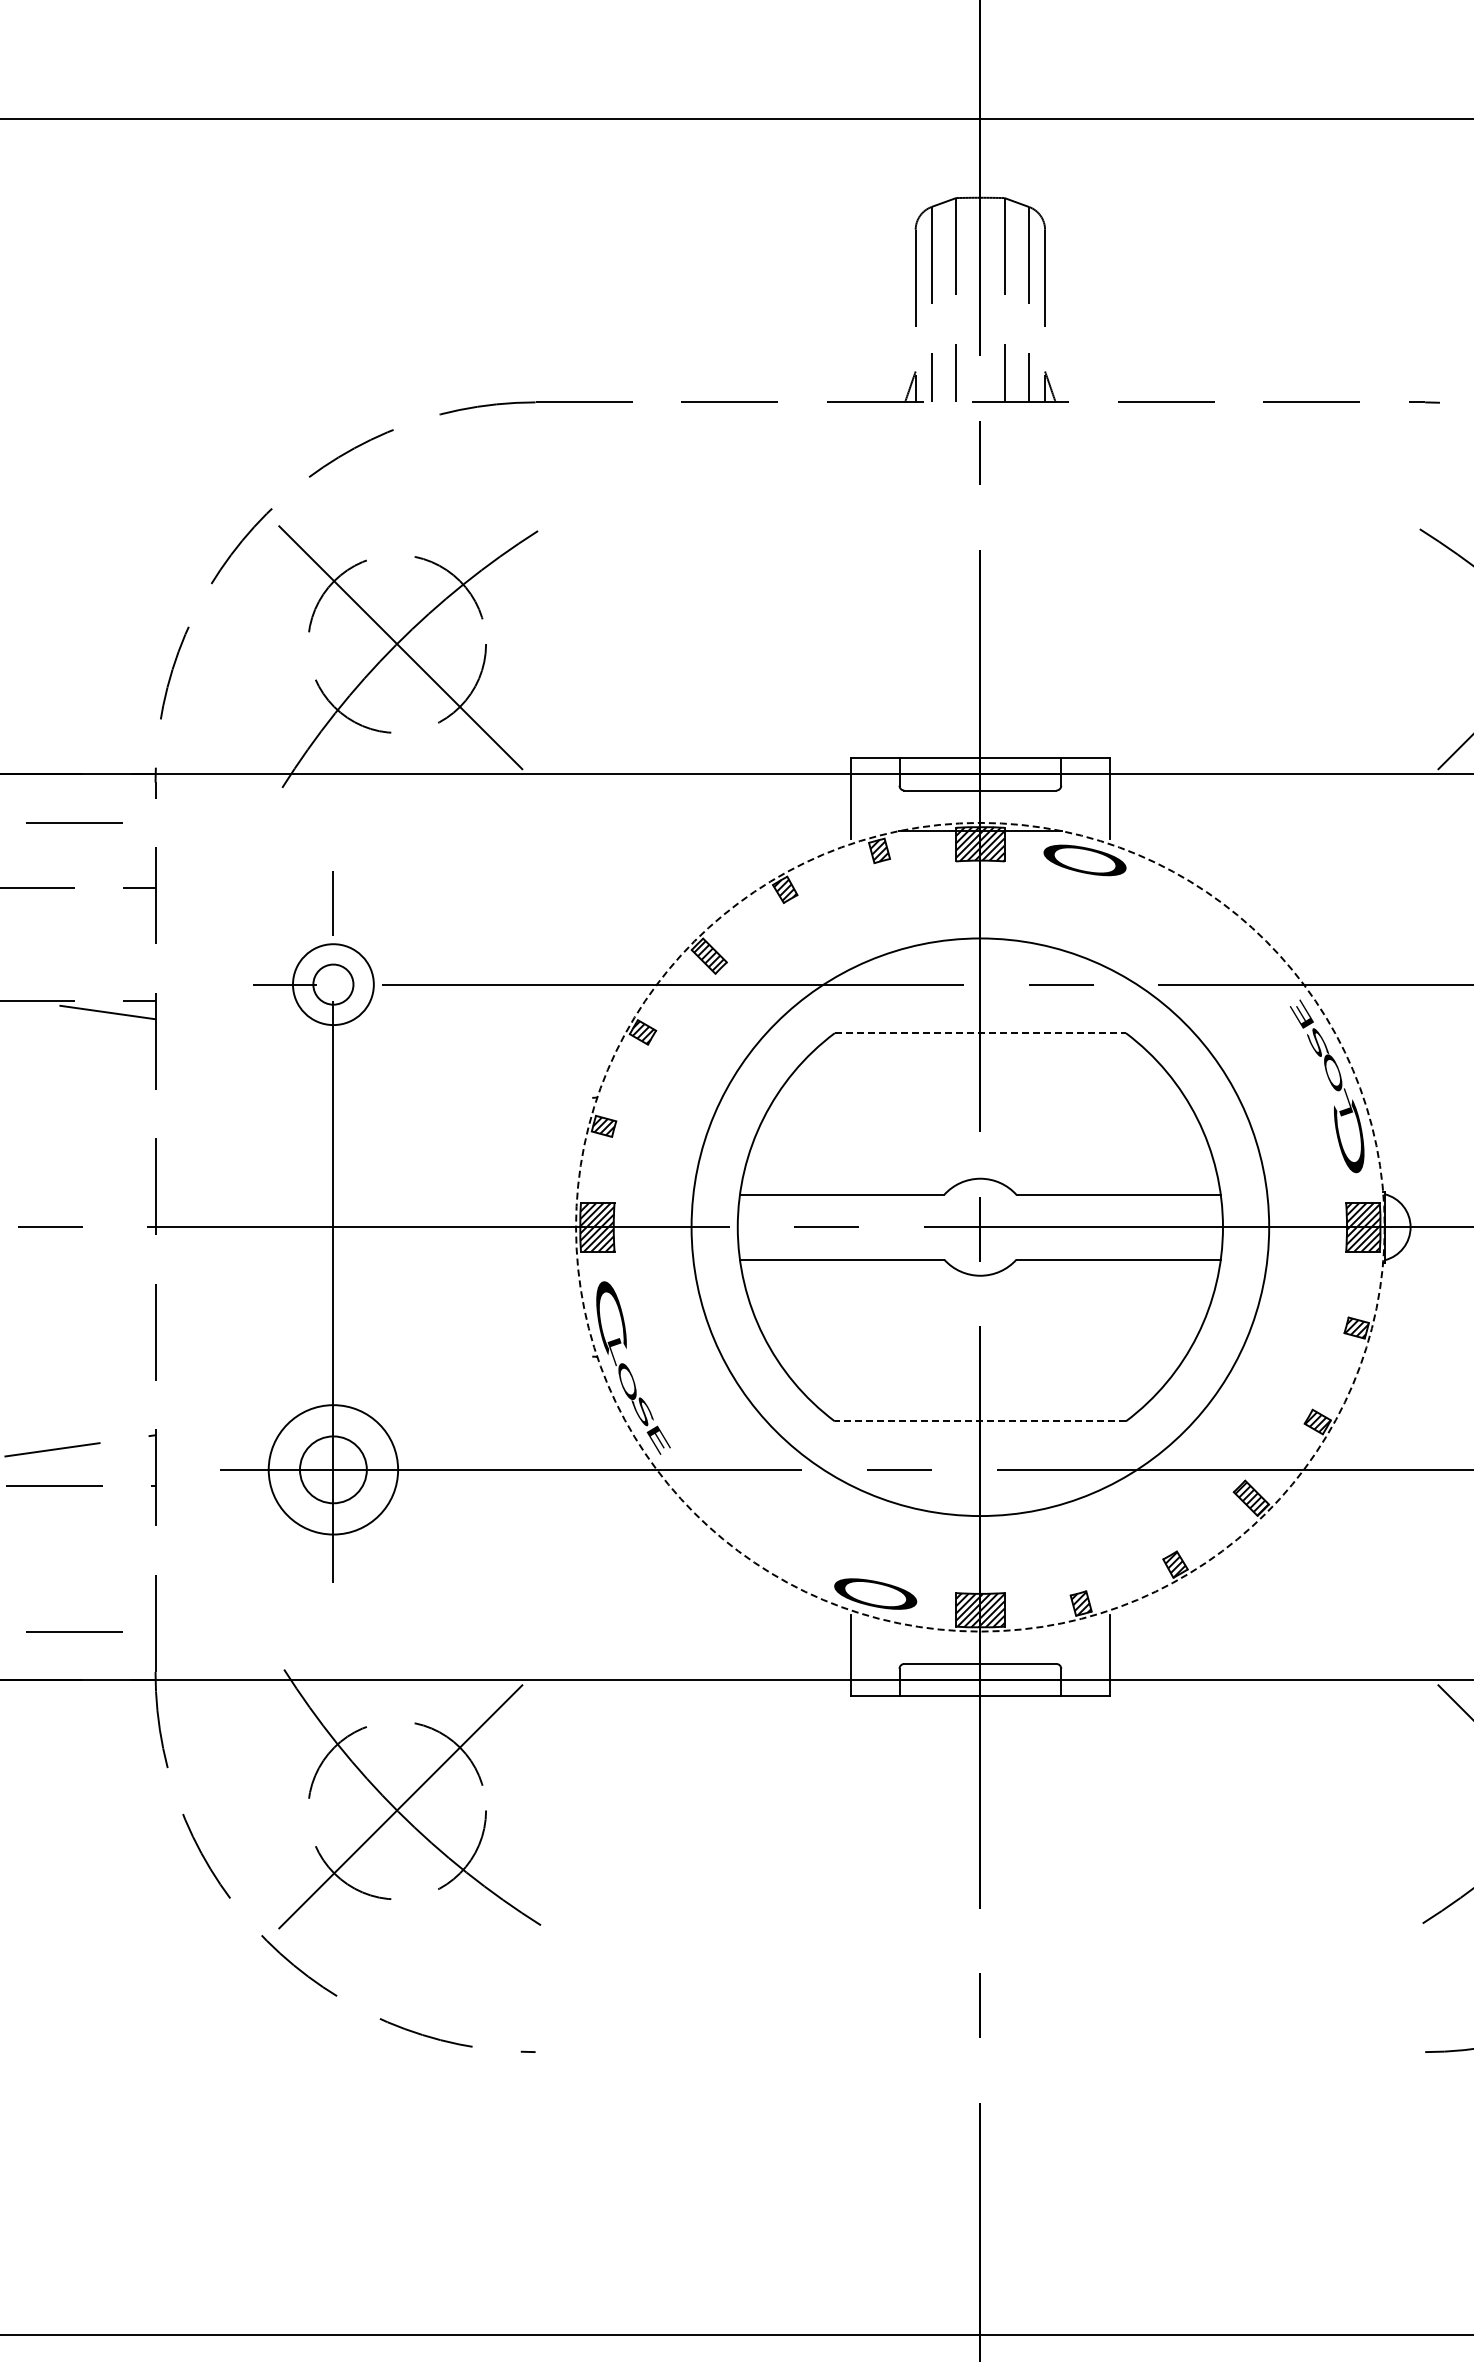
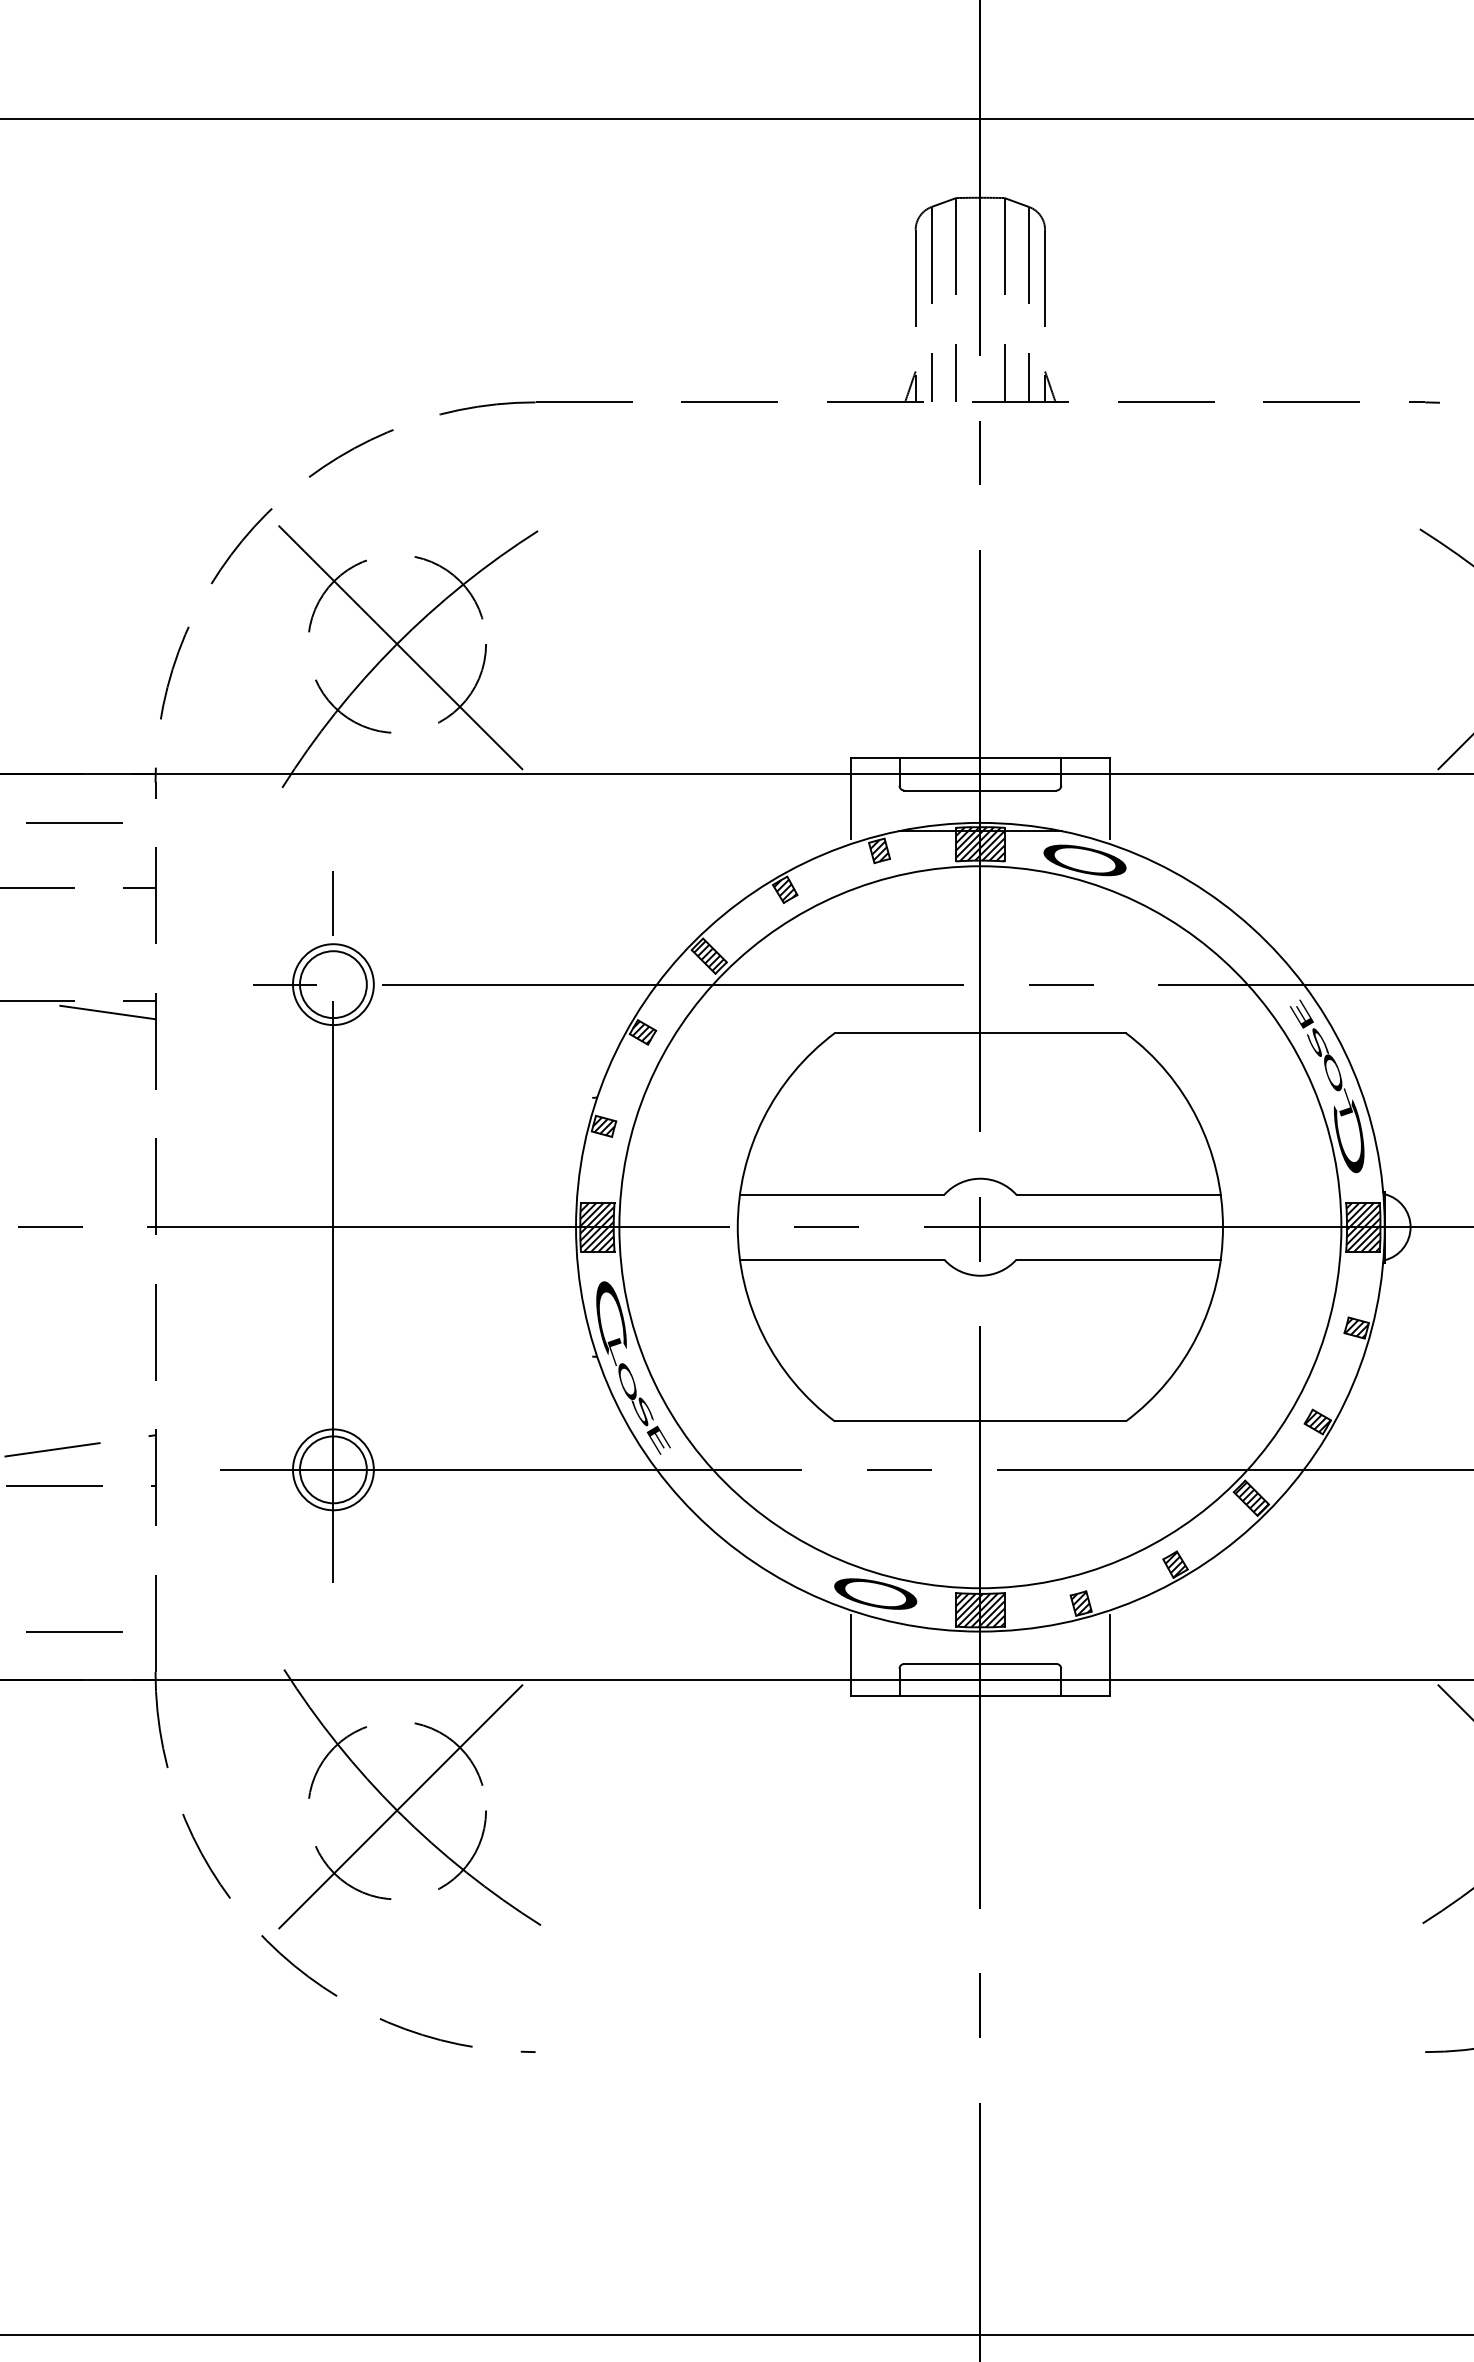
circle at (333, 984) diameter: 40 px -> 67 px
line at (980, 1033): dashed -> solid
circle at (980, 1226): dashed -> solid
circle at (980, 1227) diameter: 578 px -> 722 px
line at (980, 1421): dashed -> solid
circle at (333, 1469) diameter: 129 px -> 81 px
